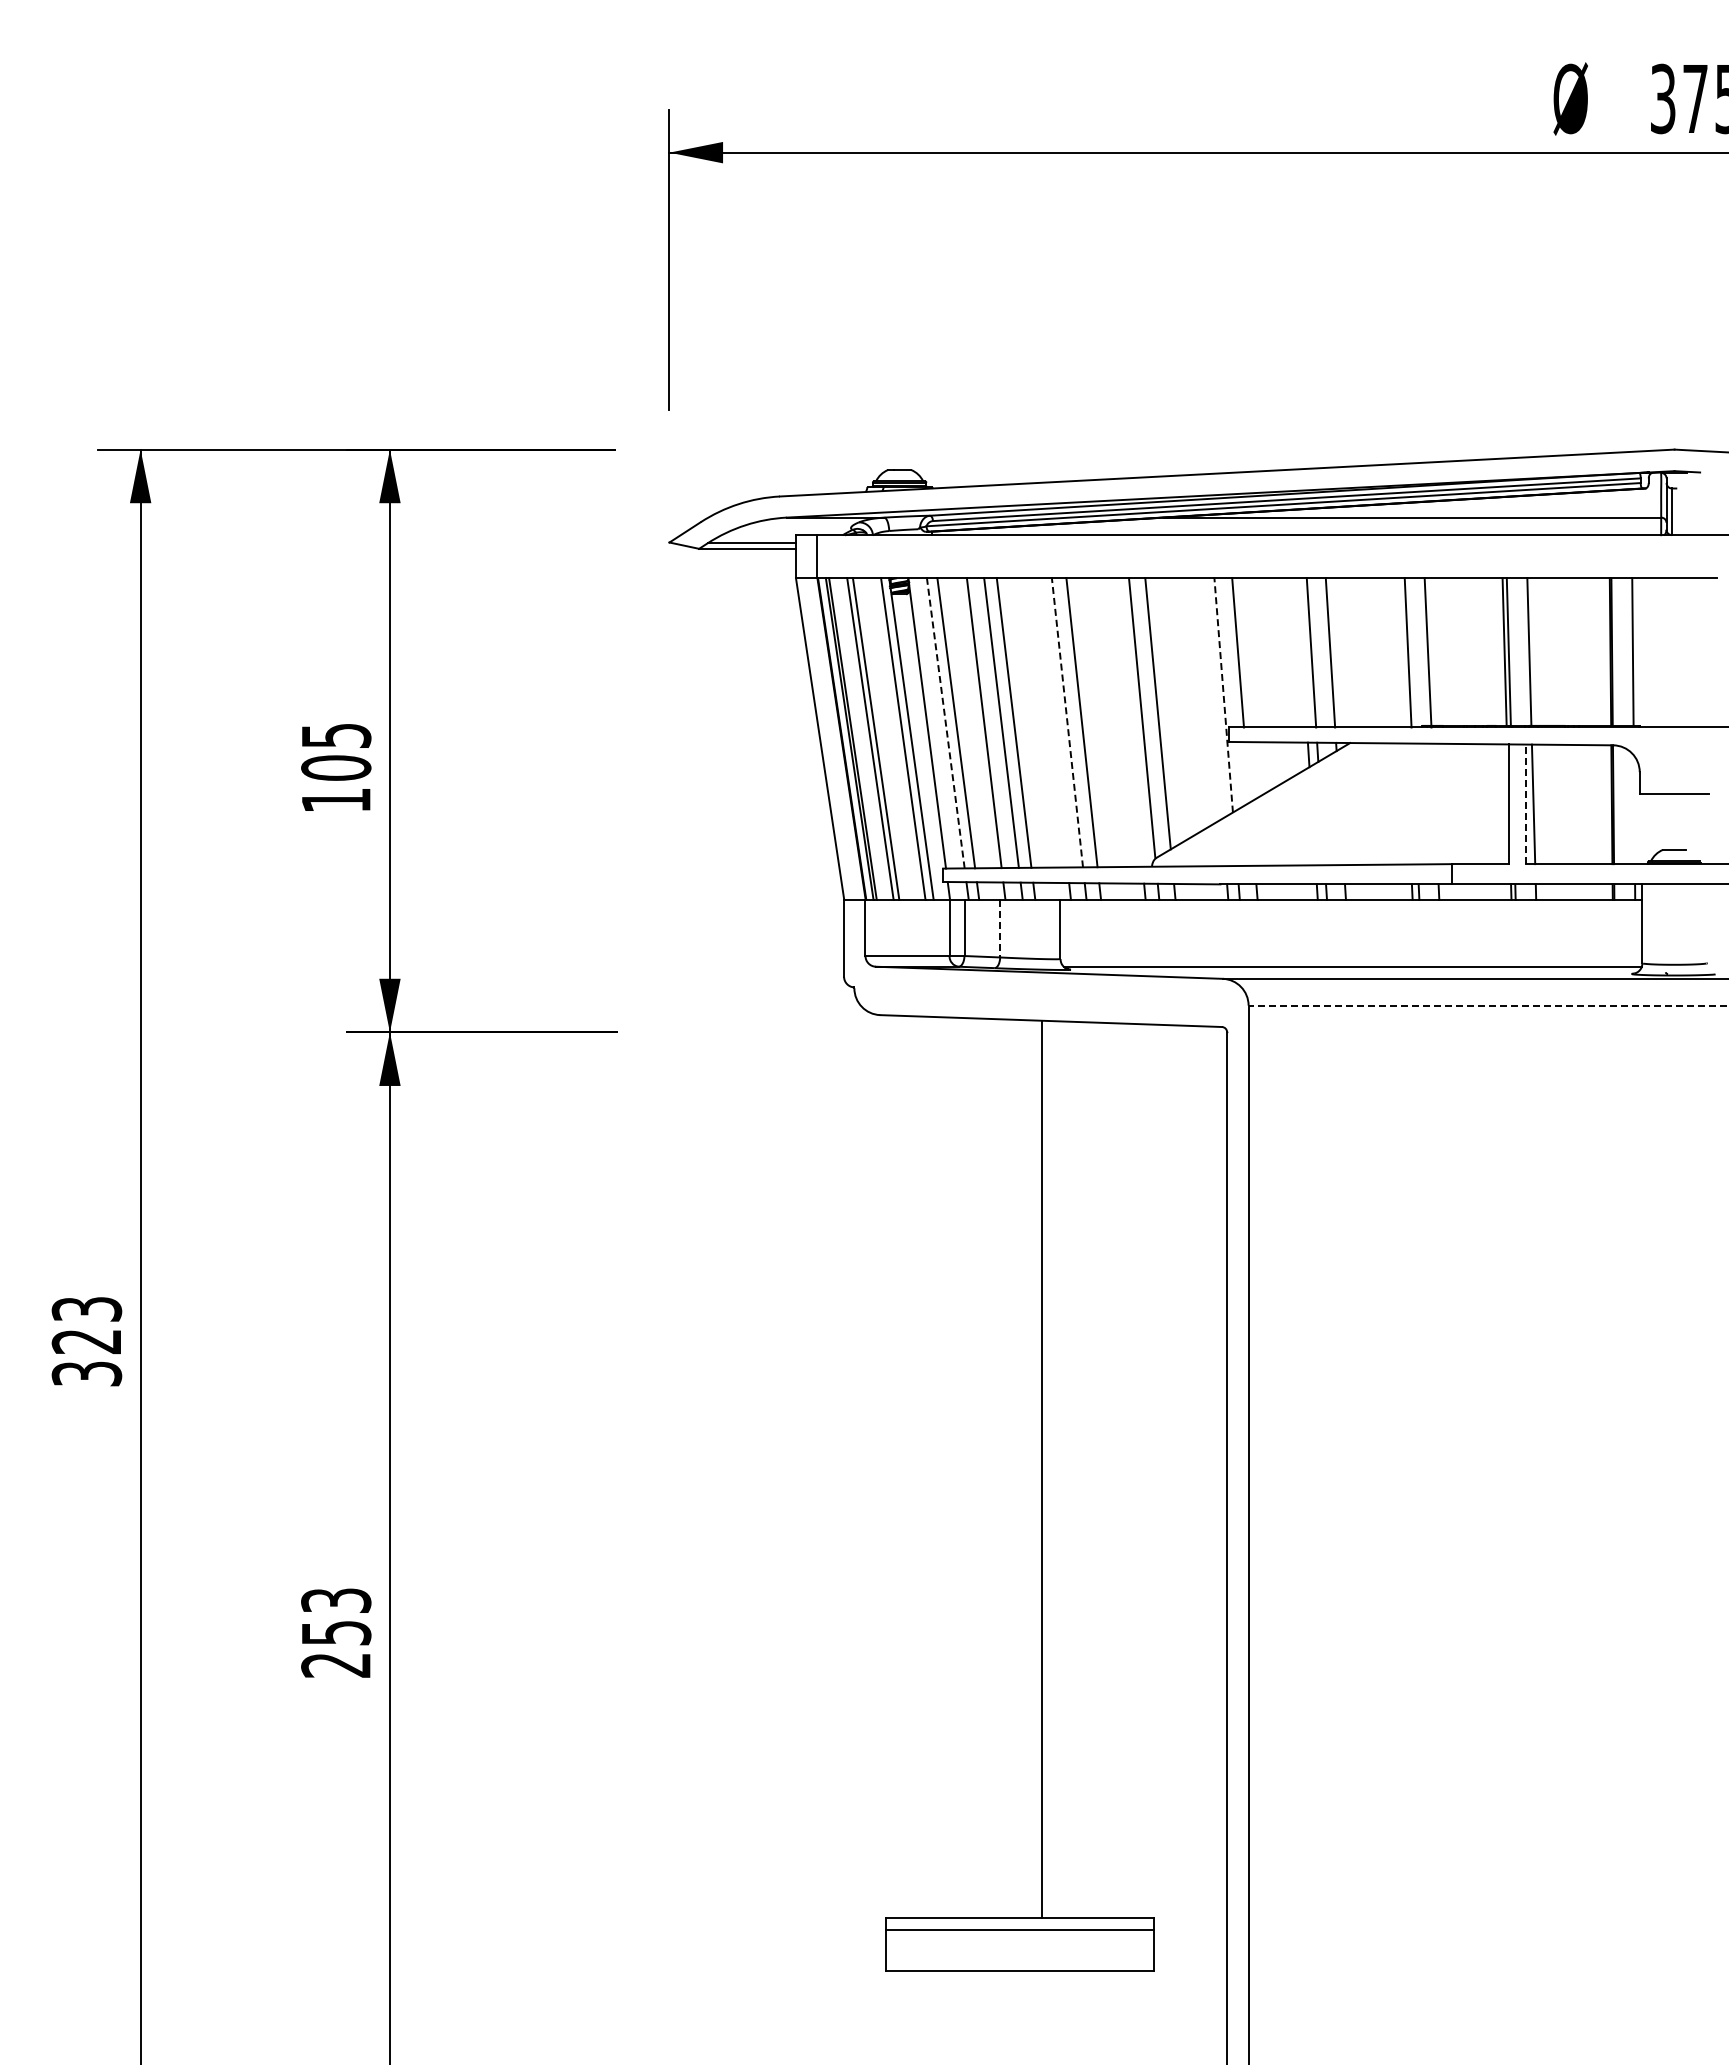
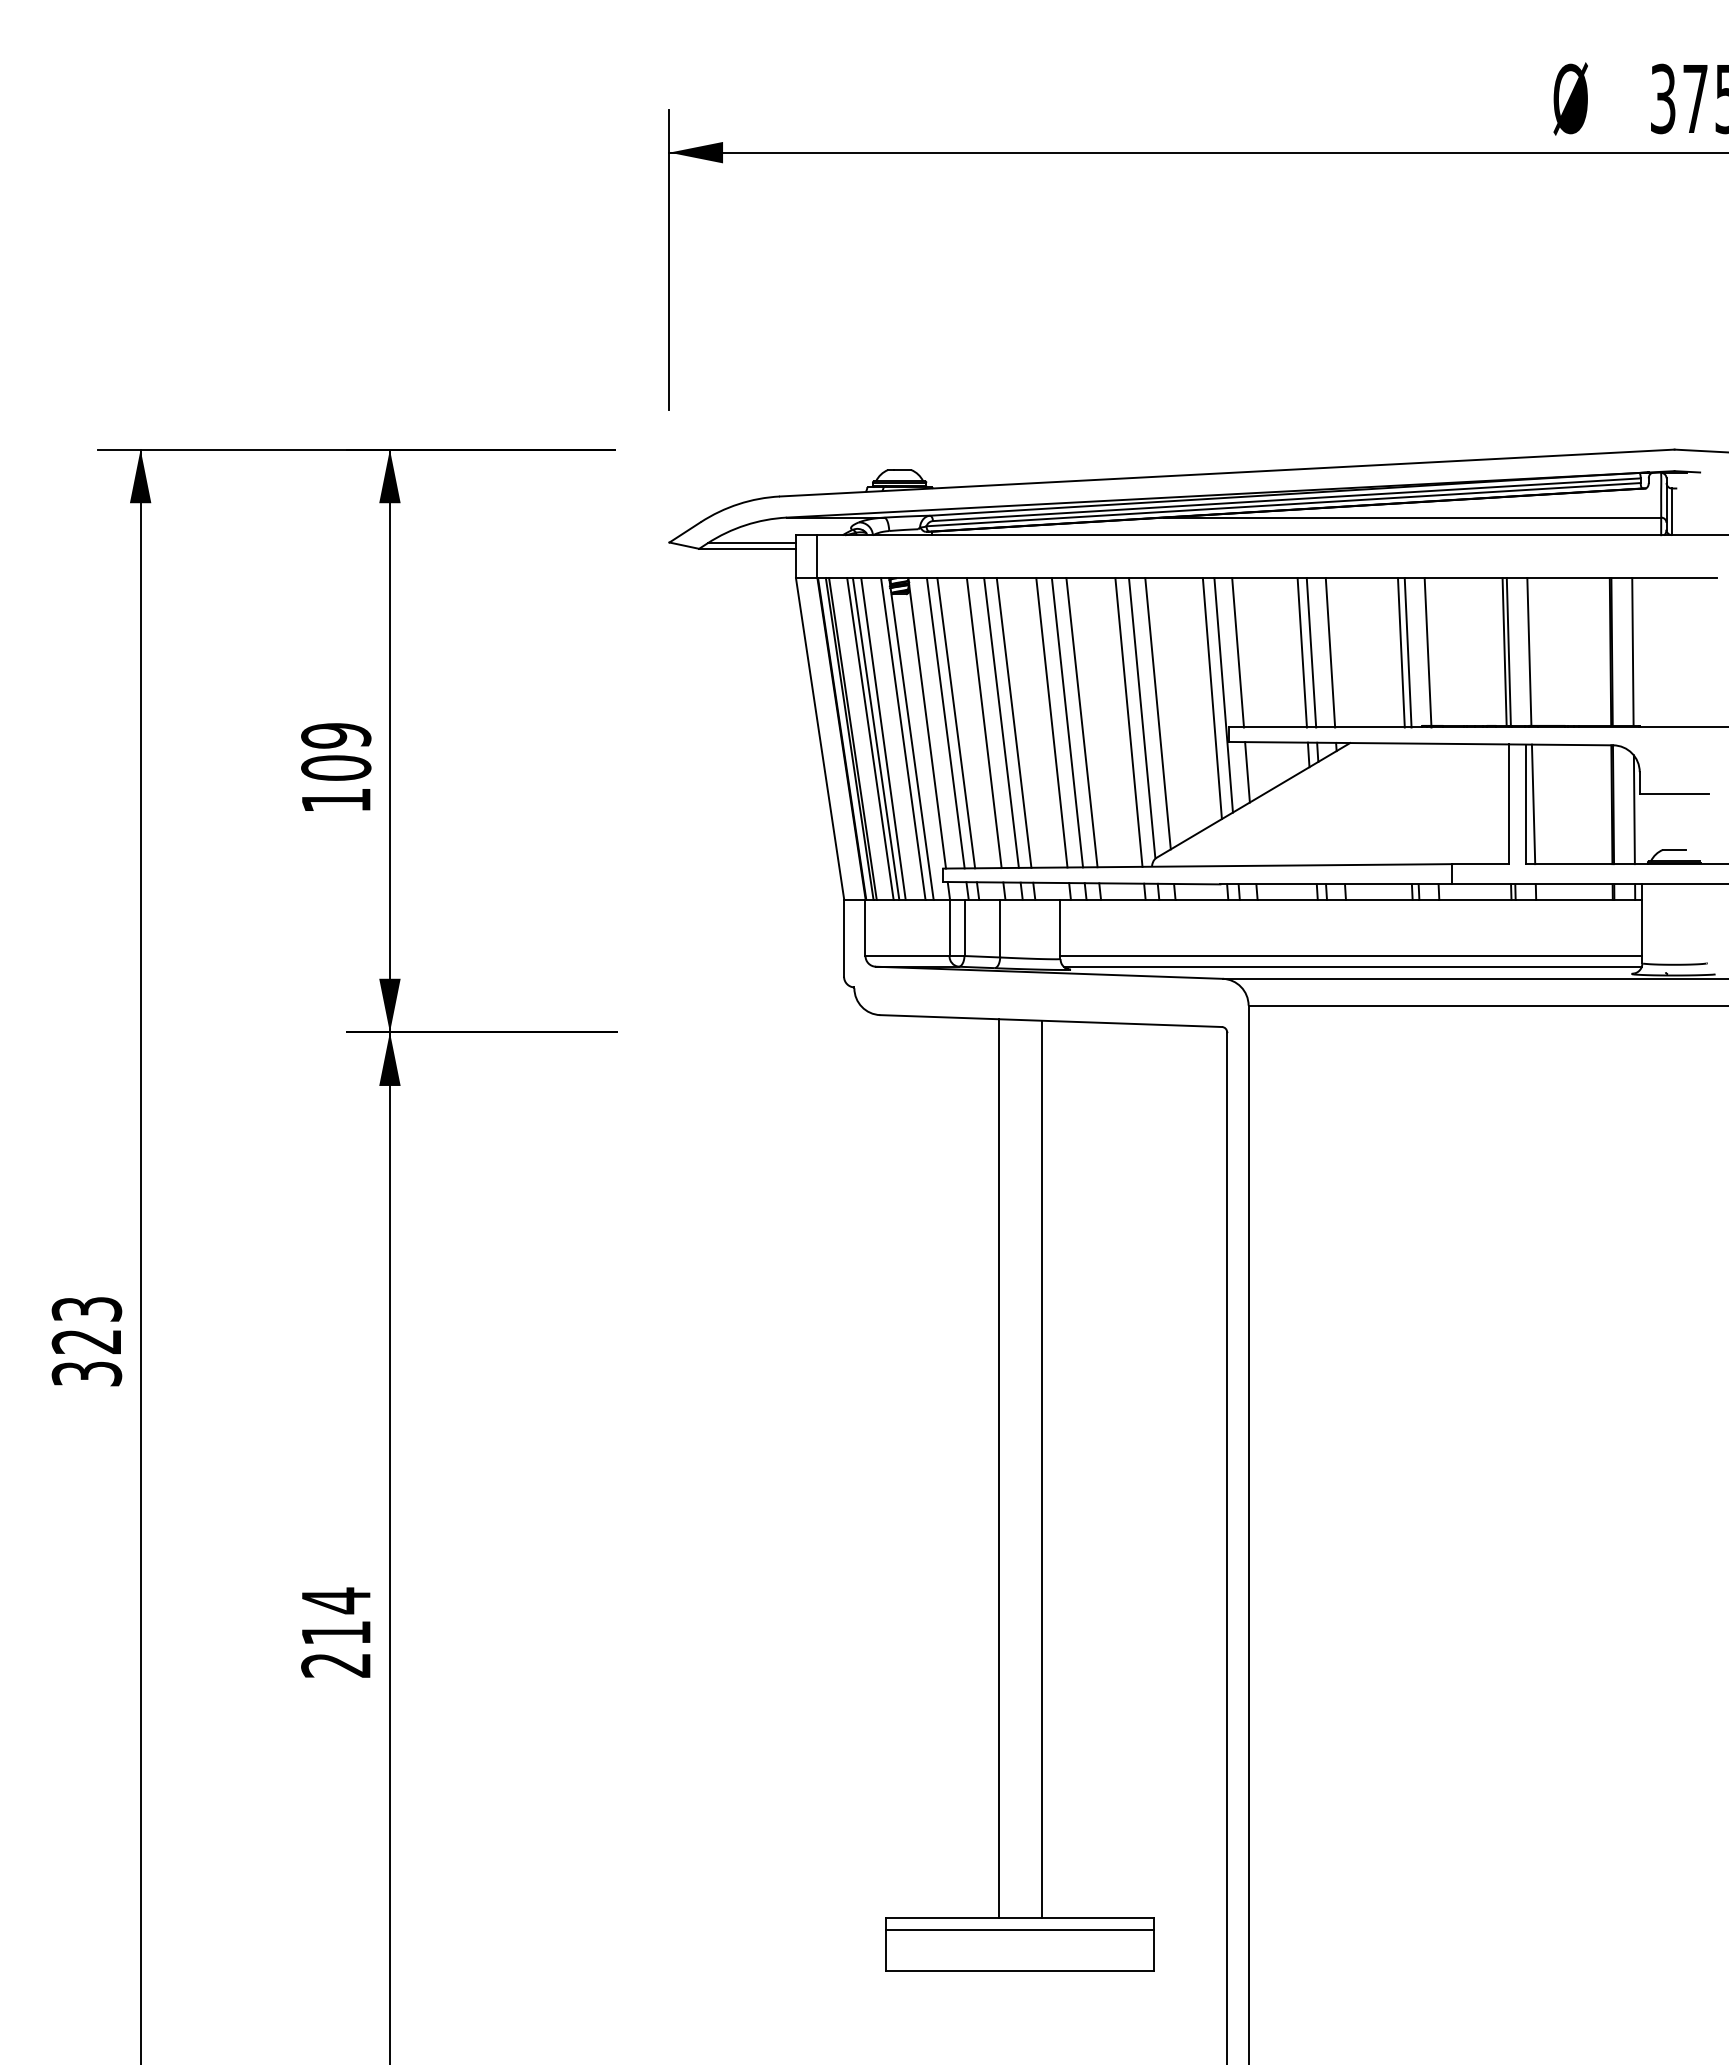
line at (1301, 652): none -> present
line at (1400, 652): none -> present
line at (1223, 695): dashed -> solid
line at (1211, 698): none -> present
line at (945, 722): dashed -> solid
line at (1051, 722): none -> present
line at (1067, 722): dashed -> solid
line at (1128, 722): none -> present
text at (336, 735): 105 -> 109
line at (883, 738): none -> present
line at (1247, 772): none -> present
line at (1526, 804): dashed -> solid
line at (1633, 809): none -> present
line at (1000, 928): dashed -> solid
line at (1351, 956): none -> present
line at (1488, 1005): dashed -> solid
line at (998, 1468): none -> present
text at (336, 1616): 253 -> 214
